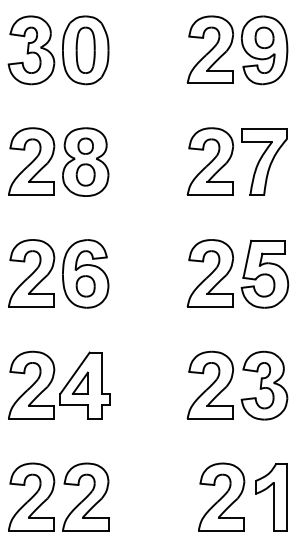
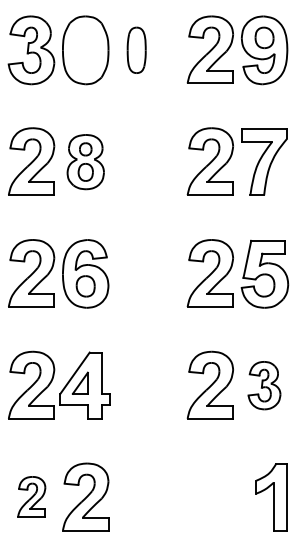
part at (85, 49) position: (85, 49) -> (136, 49)
part at (85, 161) size: 48x70 px -> 39x57 px
part at (264, 385) size: 49x71 px -> 35x50 px
part at (31, 496) size: 48x70 px -> 30x42 px
part at (221, 496): present -> none
